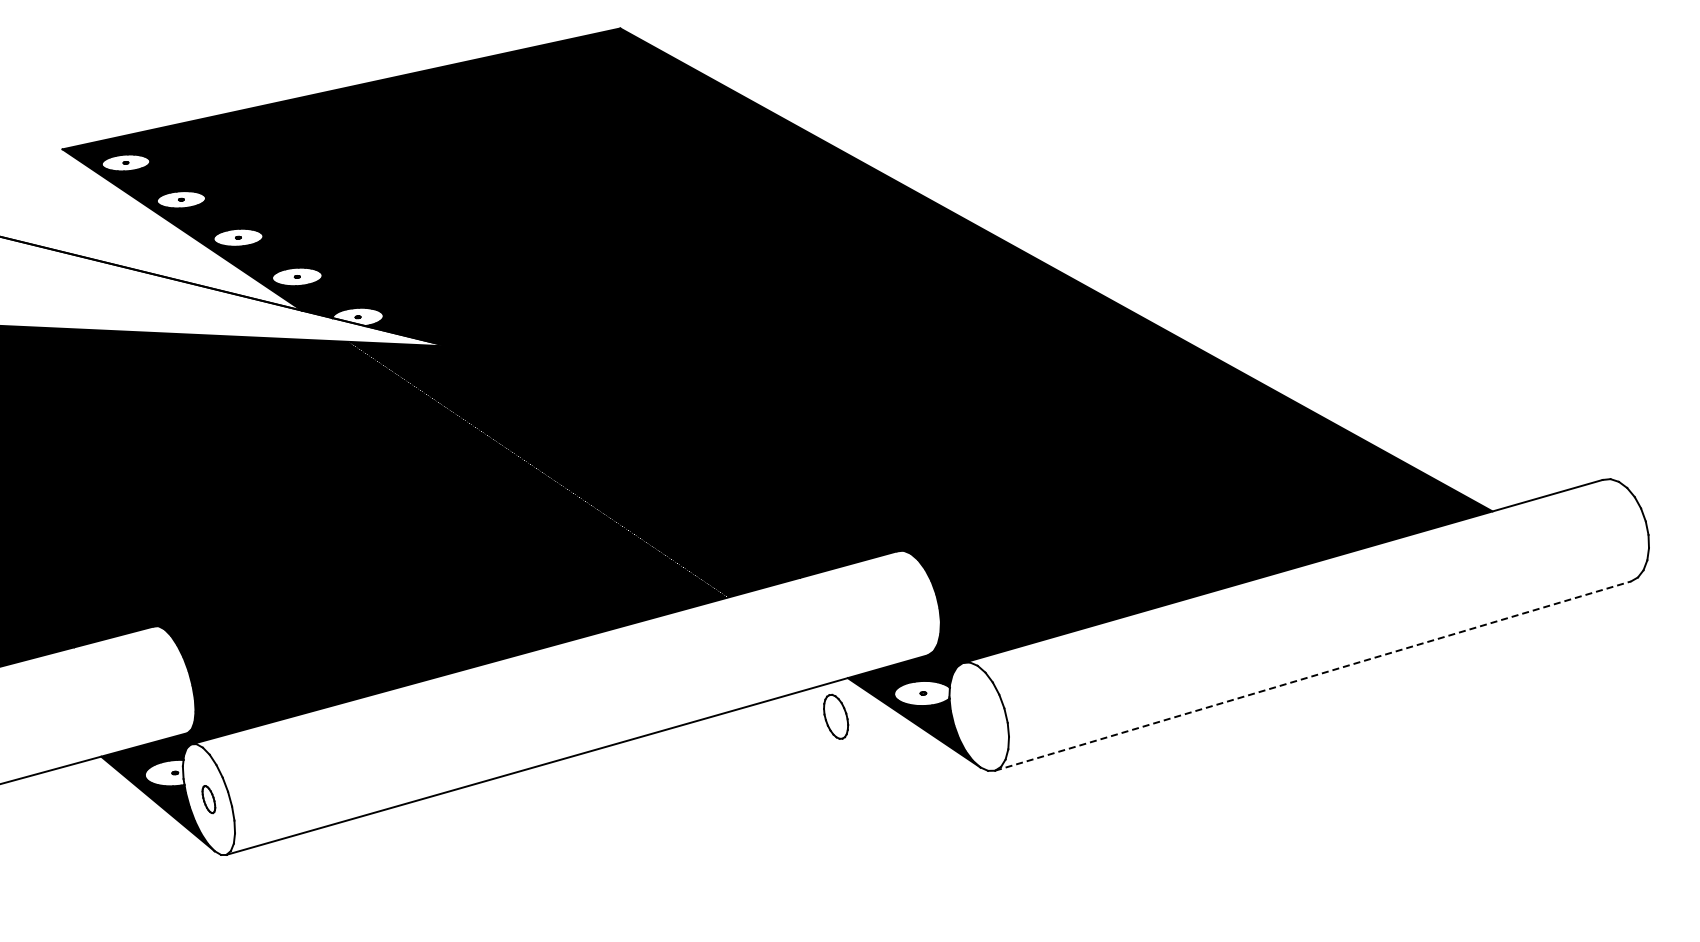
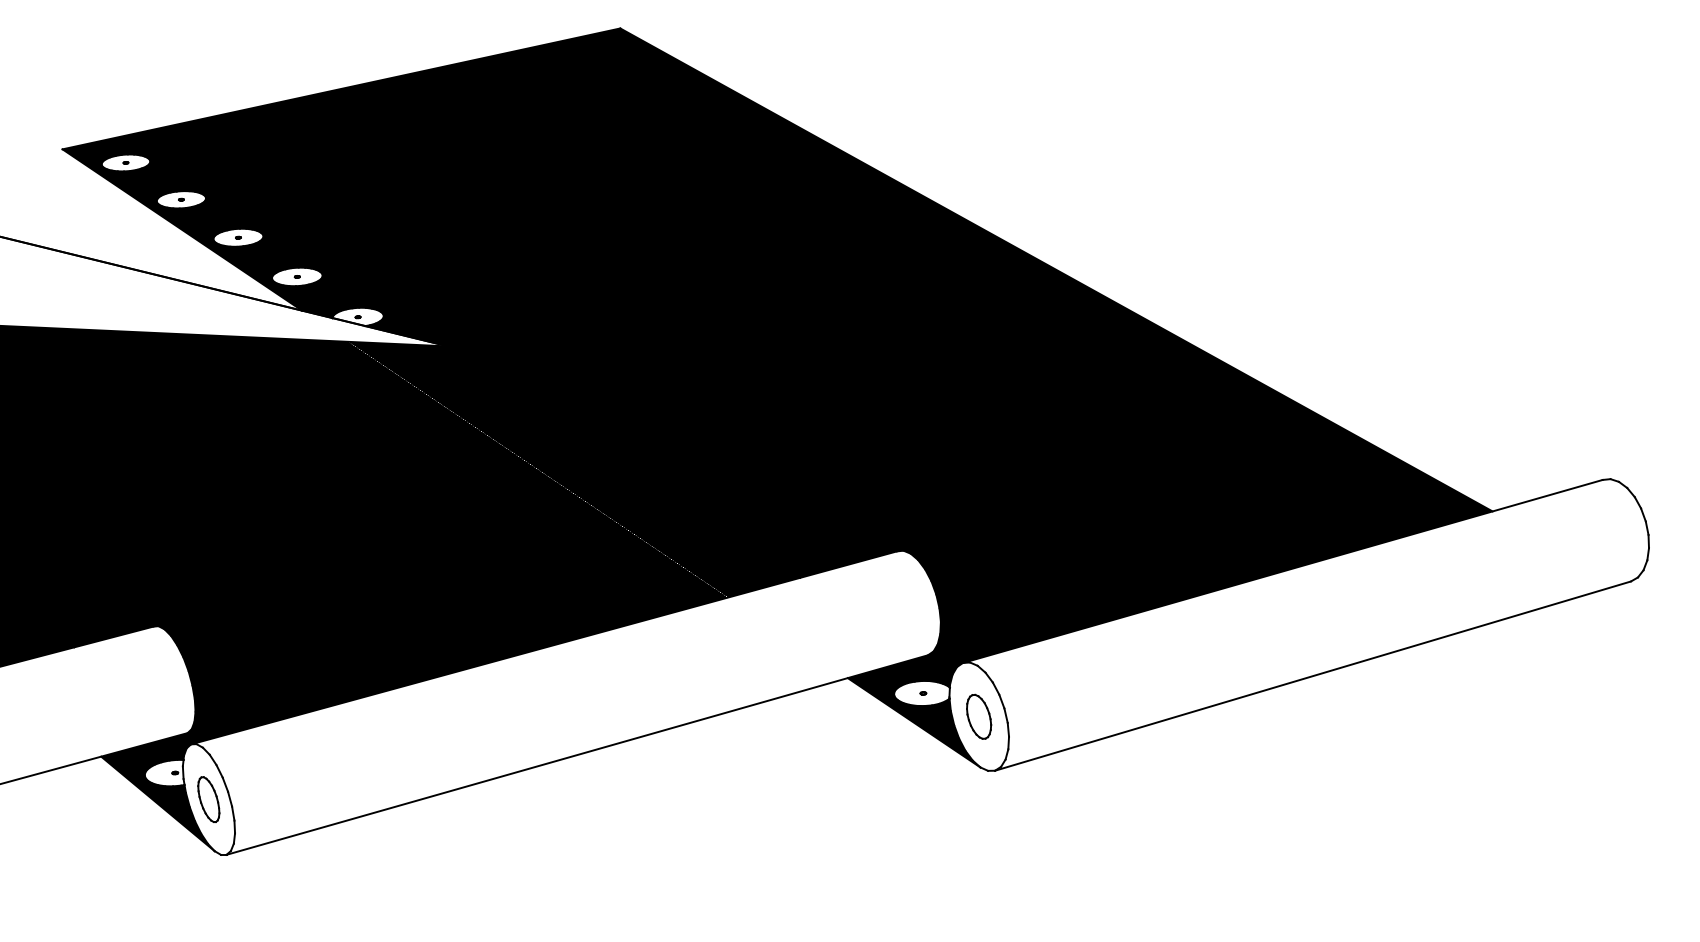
line at (1313, 676): dashed -> solid
part at (836, 716) position: (836, 716) -> (979, 716)
part at (208, 799) size: 16x30 px -> 24x47 px
